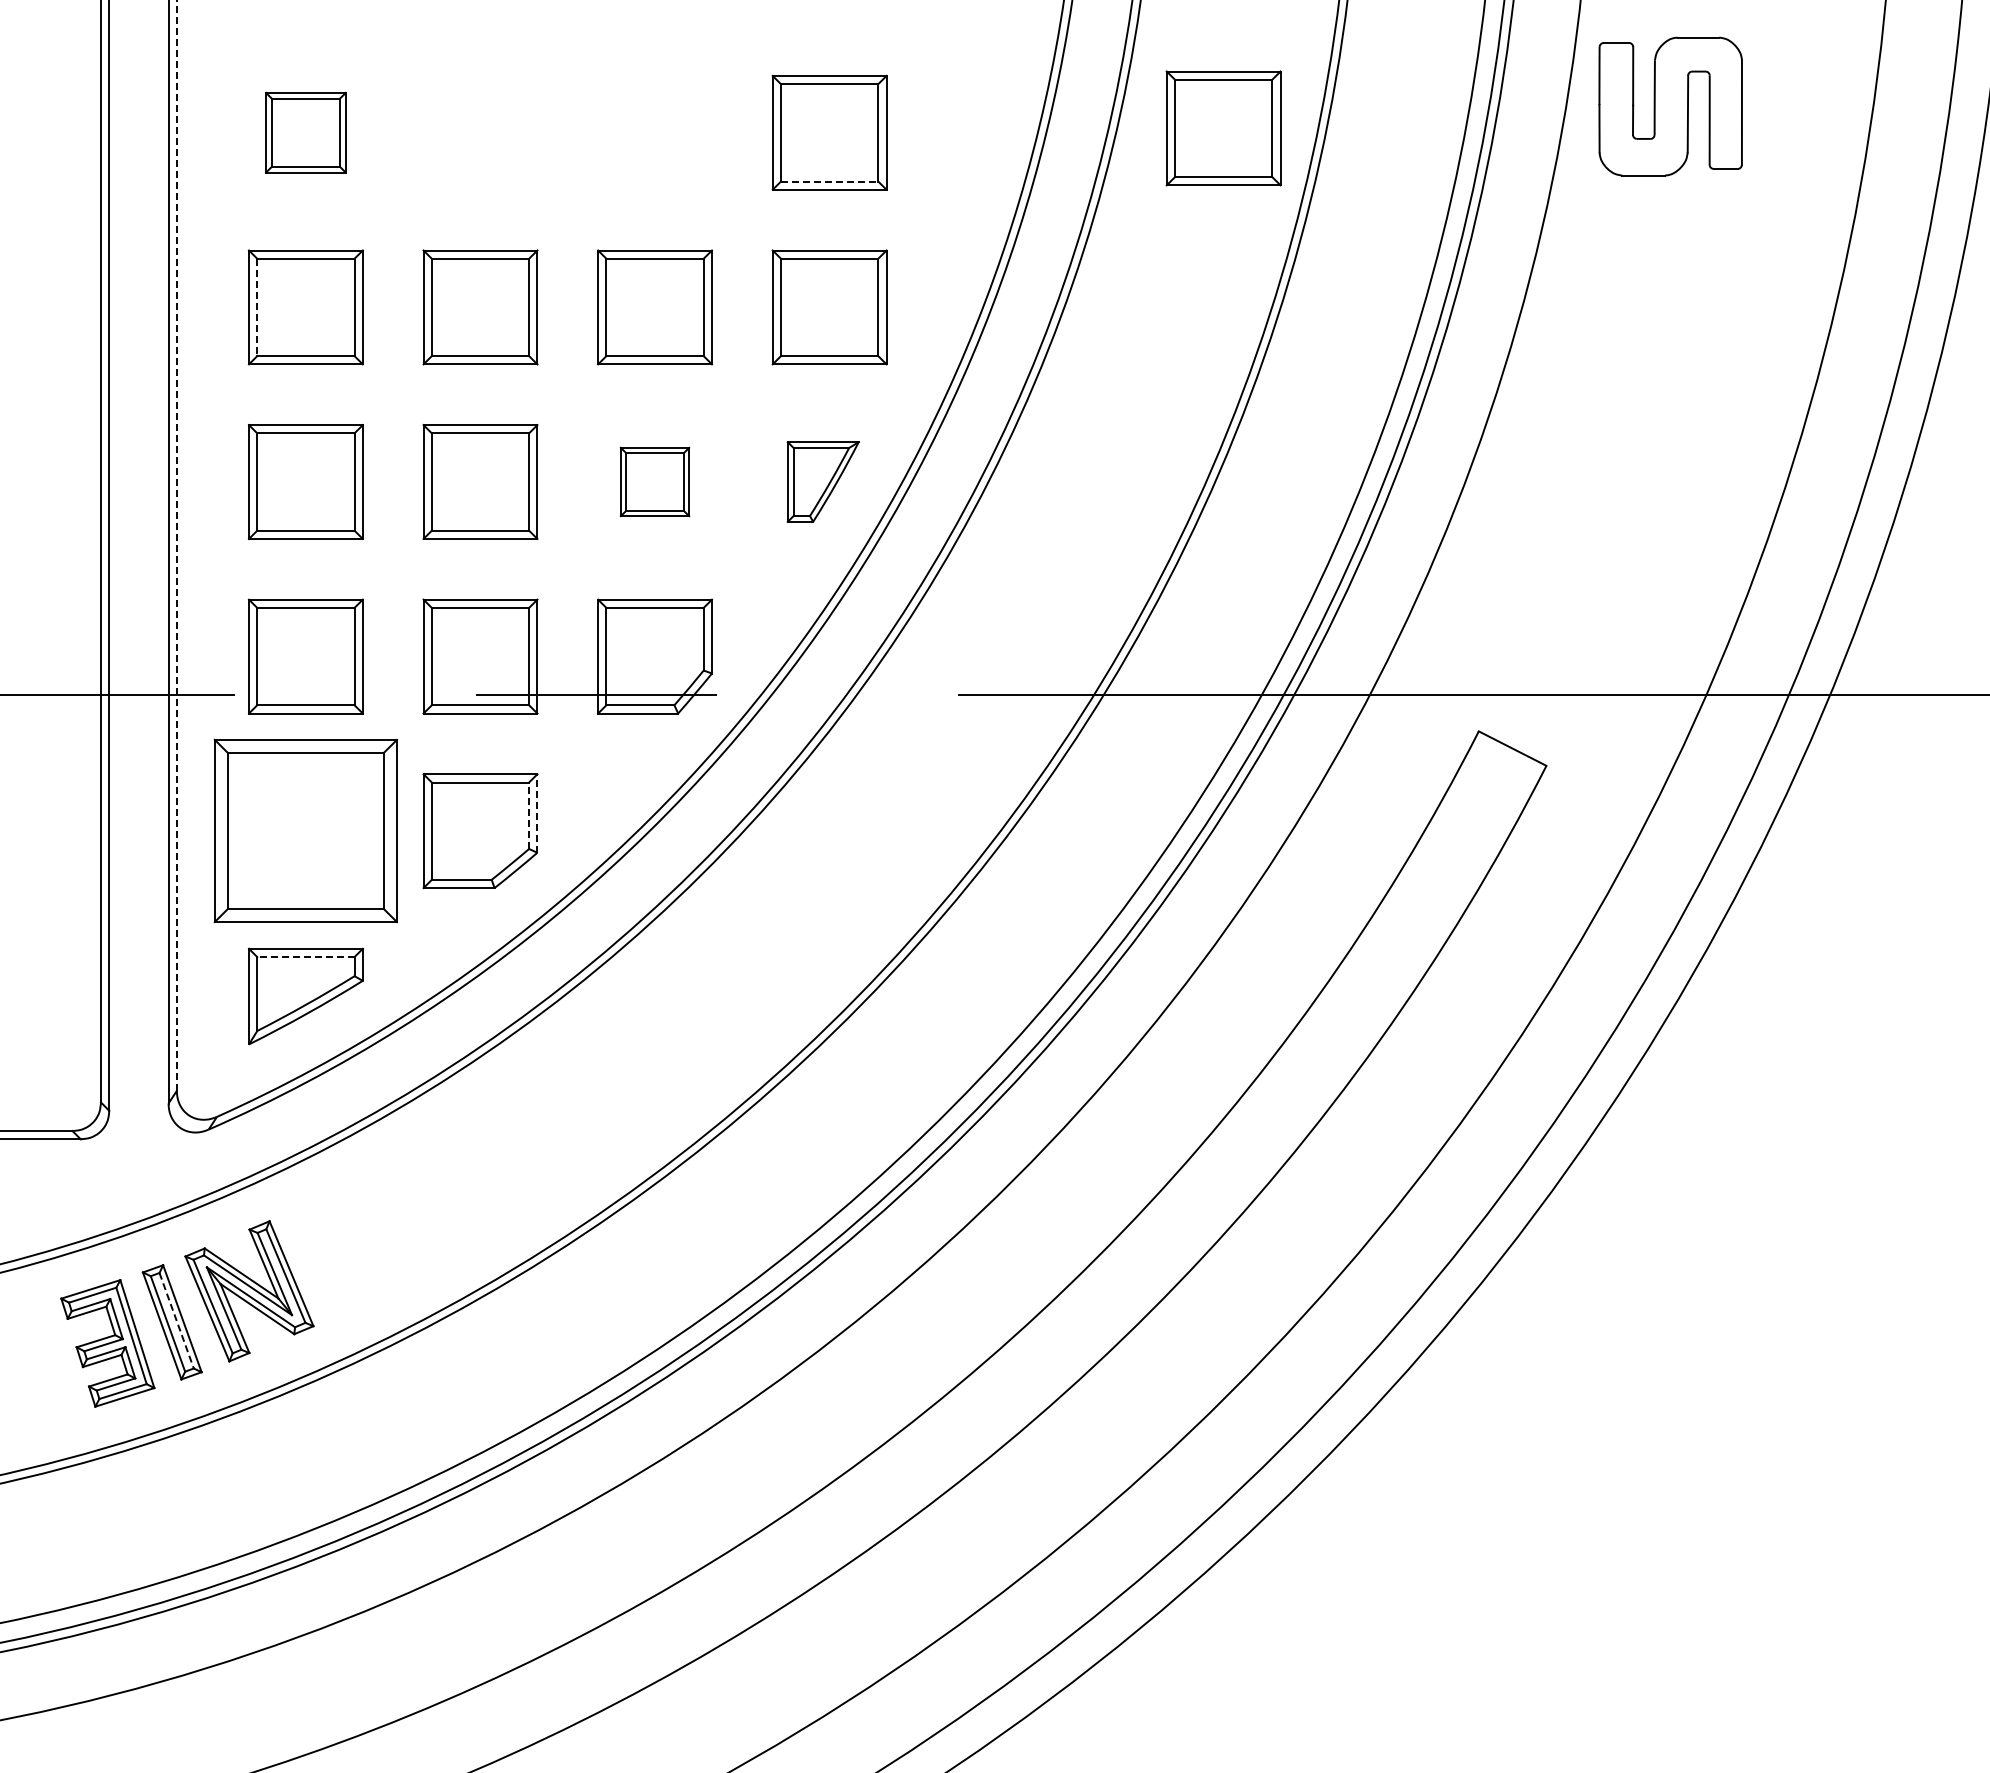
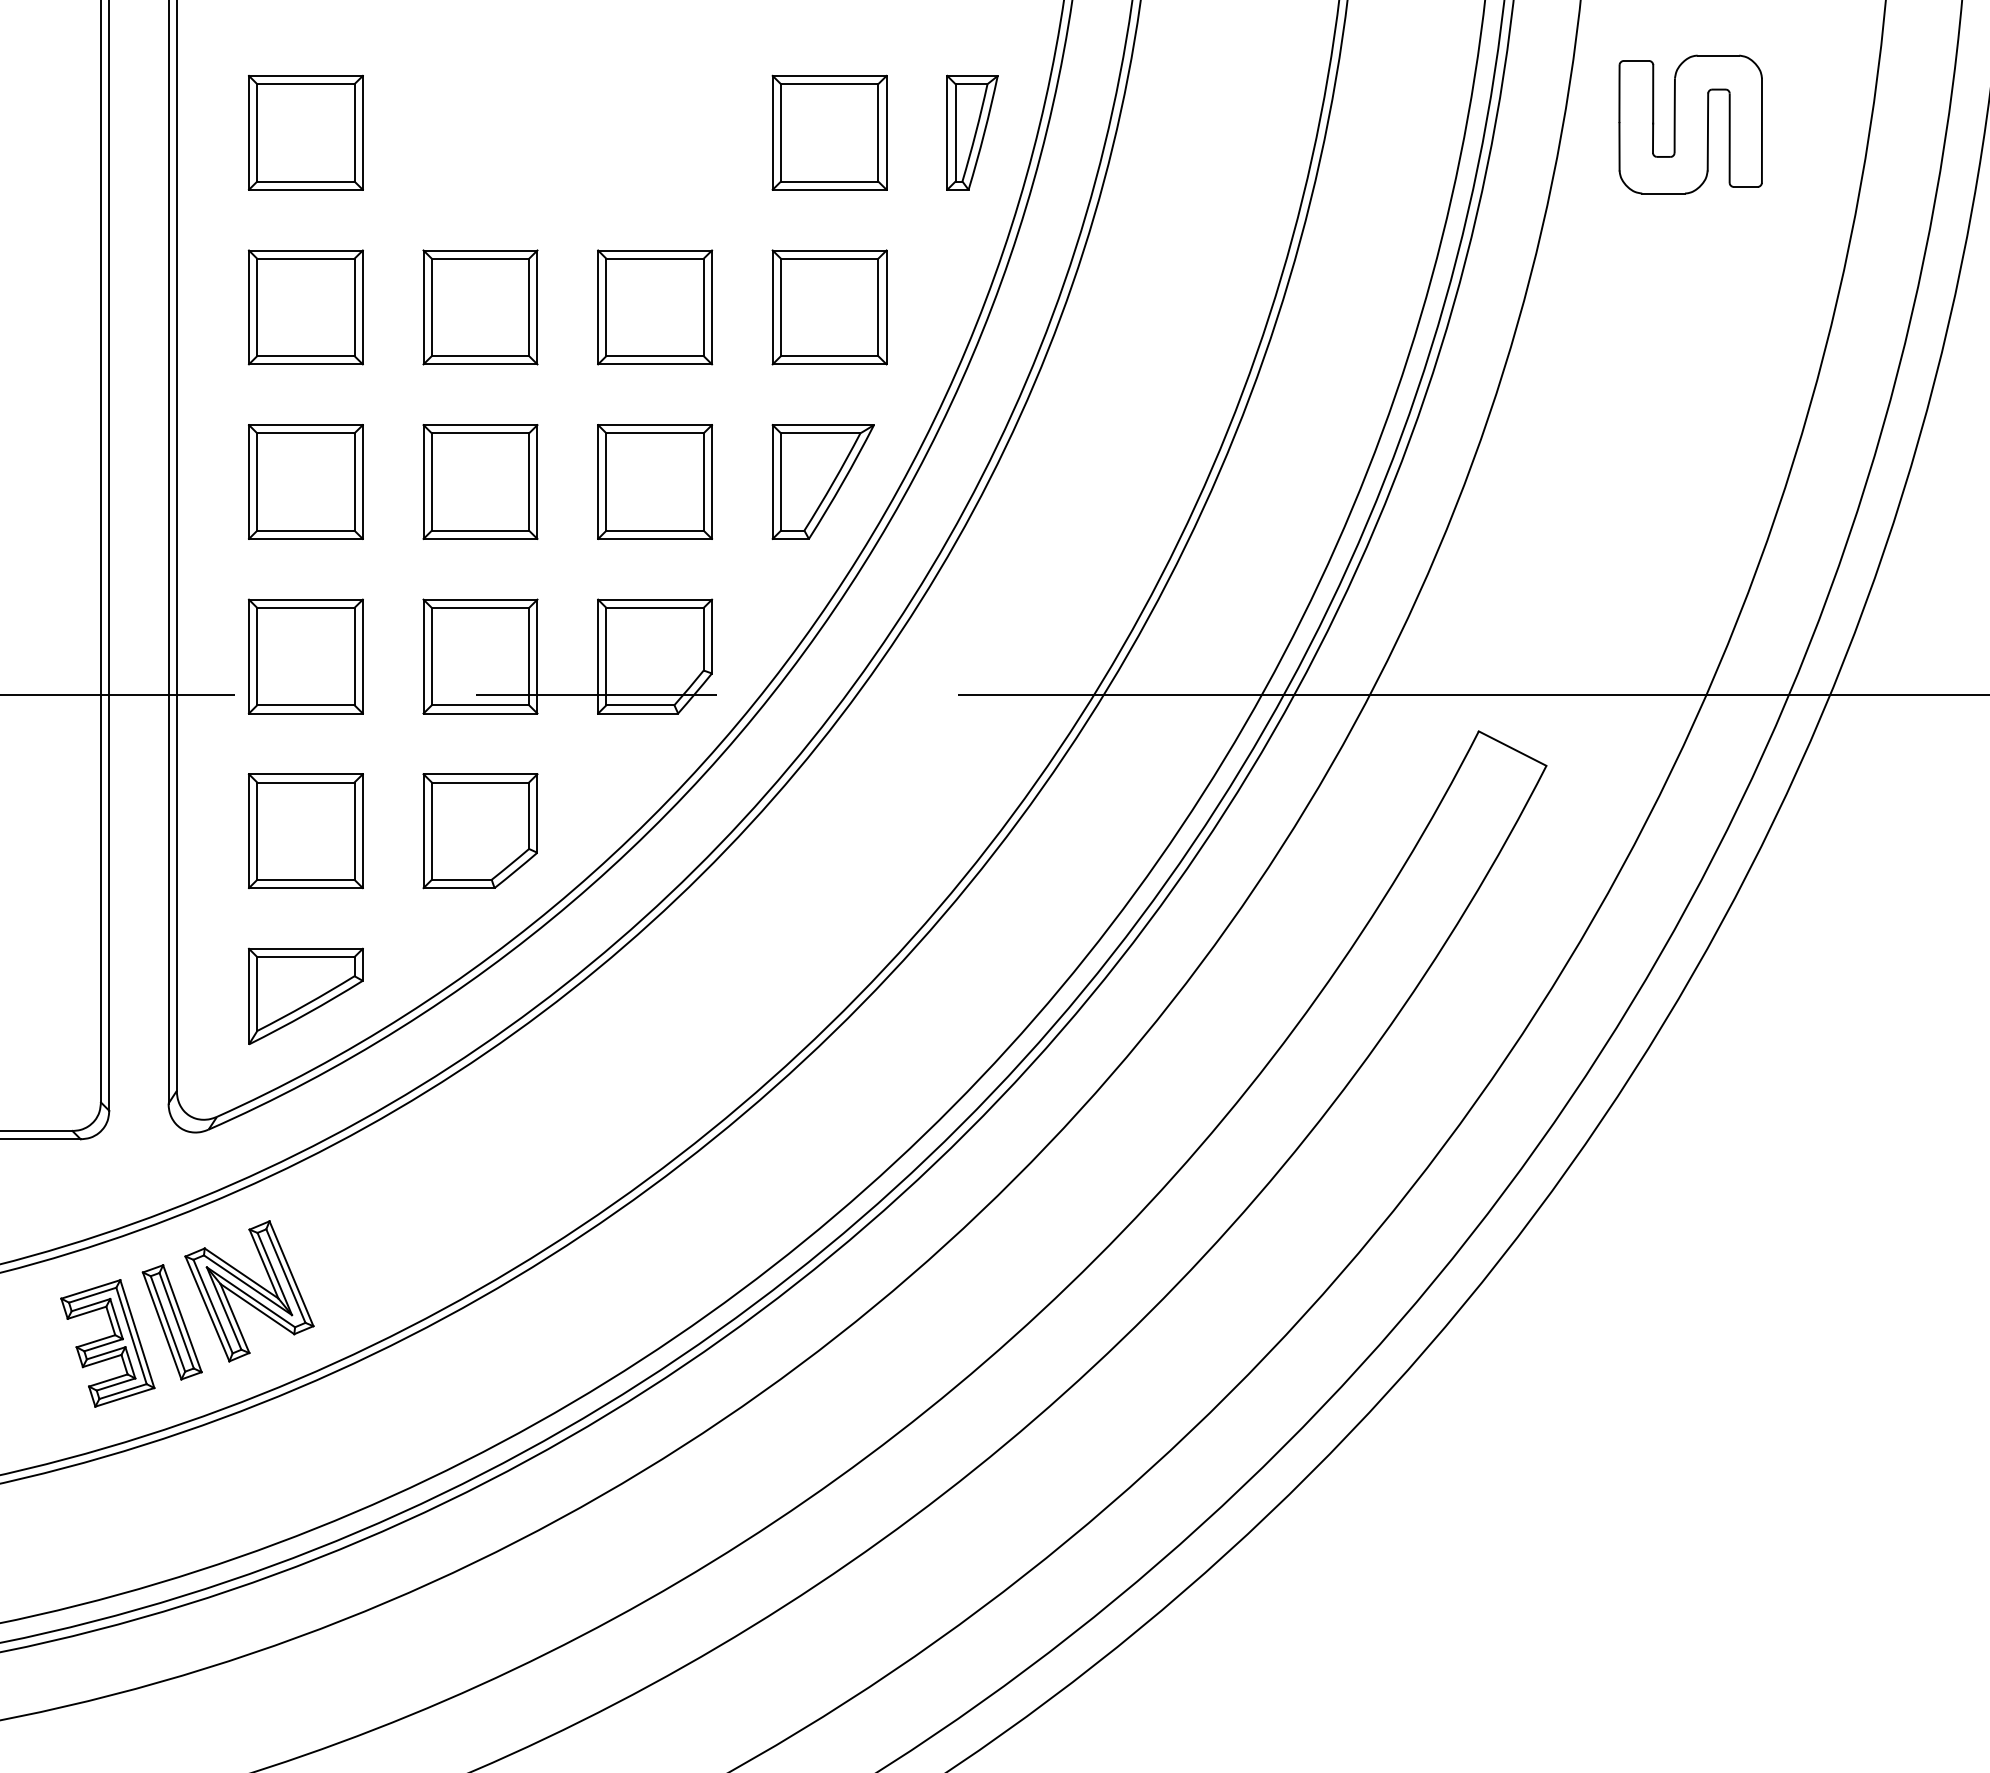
part at (1670, 106) position: (1670, 106) -> (1690, 124)
part at (1223, 128): present -> none
part at (305, 132) size: 82x83 px -> 116x117 px
part at (972, 132): none -> present
line at (829, 181): dashed -> solid
line at (257, 307): dashed -> solid
part at (654, 481) size: 72x72 px -> 116x116 px
part at (822, 481) size: 74x82 px -> 104x116 px
line at (176, 546): dashed -> solid
line at (537, 813): dashed -> solid
line at (529, 815): dashed -> solid
part at (305, 830) size: 185x186 px -> 116x117 px
line at (305, 957): dashed -> solid
line at (176, 1320): dashed -> solid
